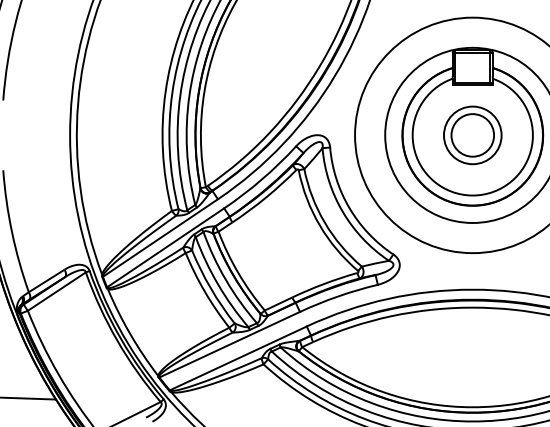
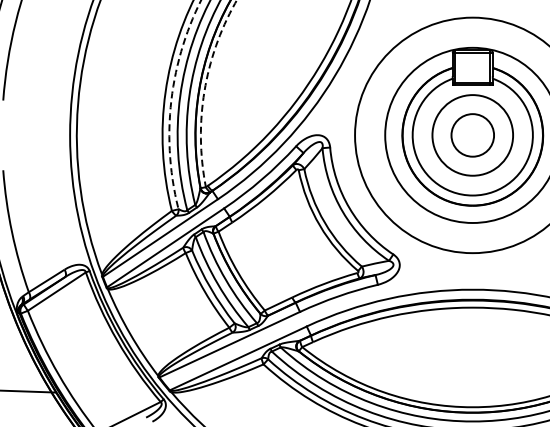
arc at (204, 91): solid -> dashed
arc at (171, 100): solid -> dashed
circle at (472, 135) diameter: 58 px -> 81 px
line at (28, 398) position: (28, 398) -> (28, 391)
